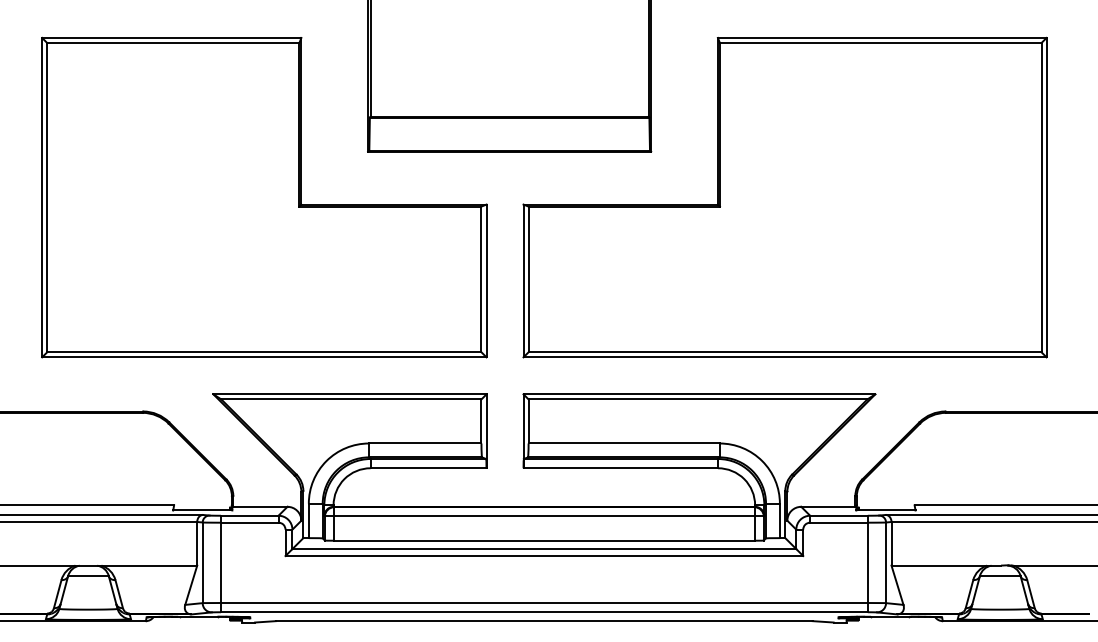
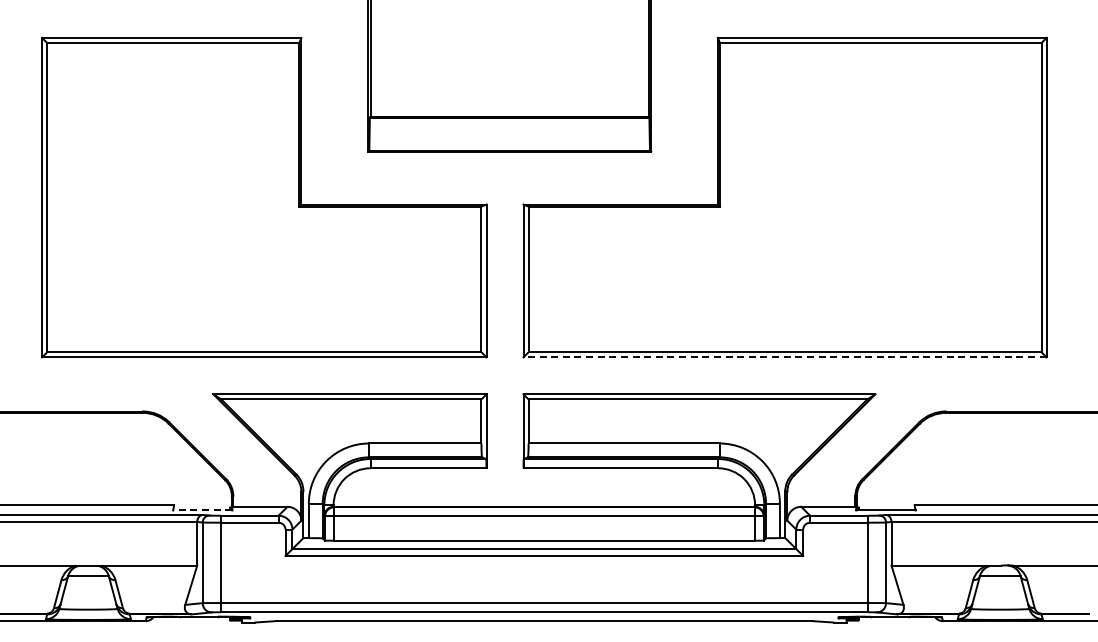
line at (785, 357): solid -> dashed
line at (202, 510): solid -> dashed
